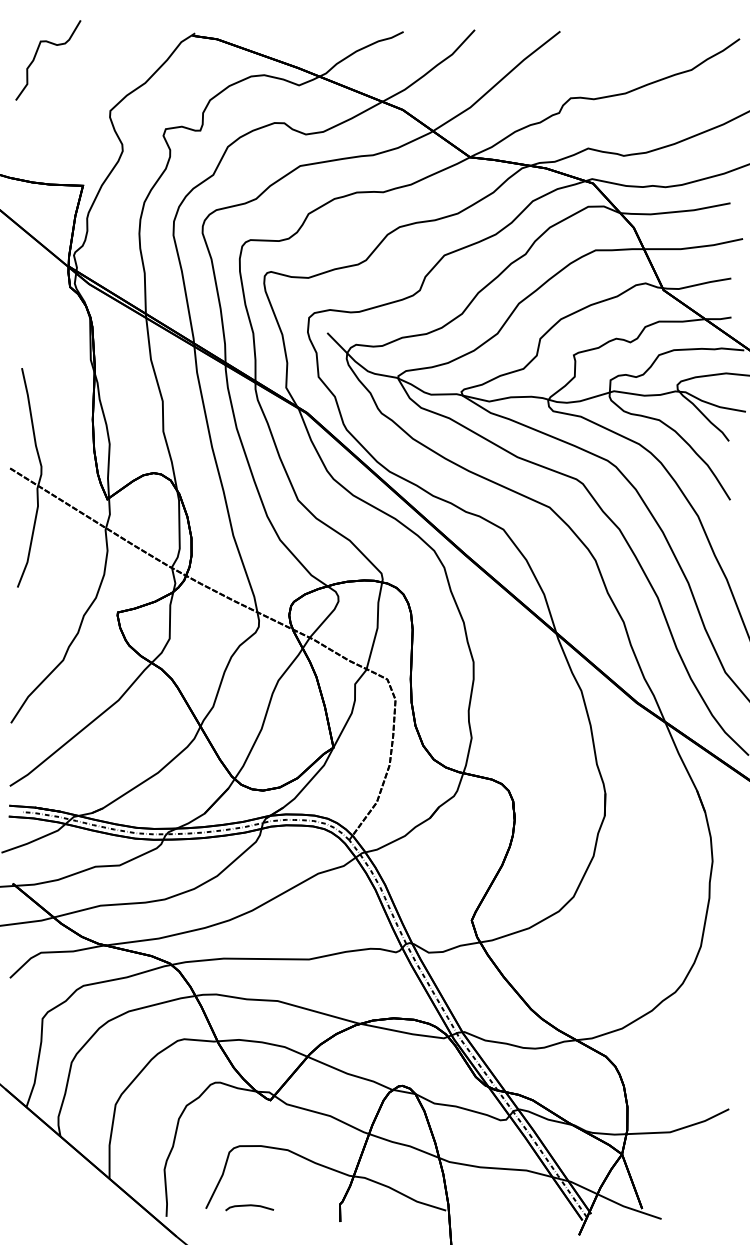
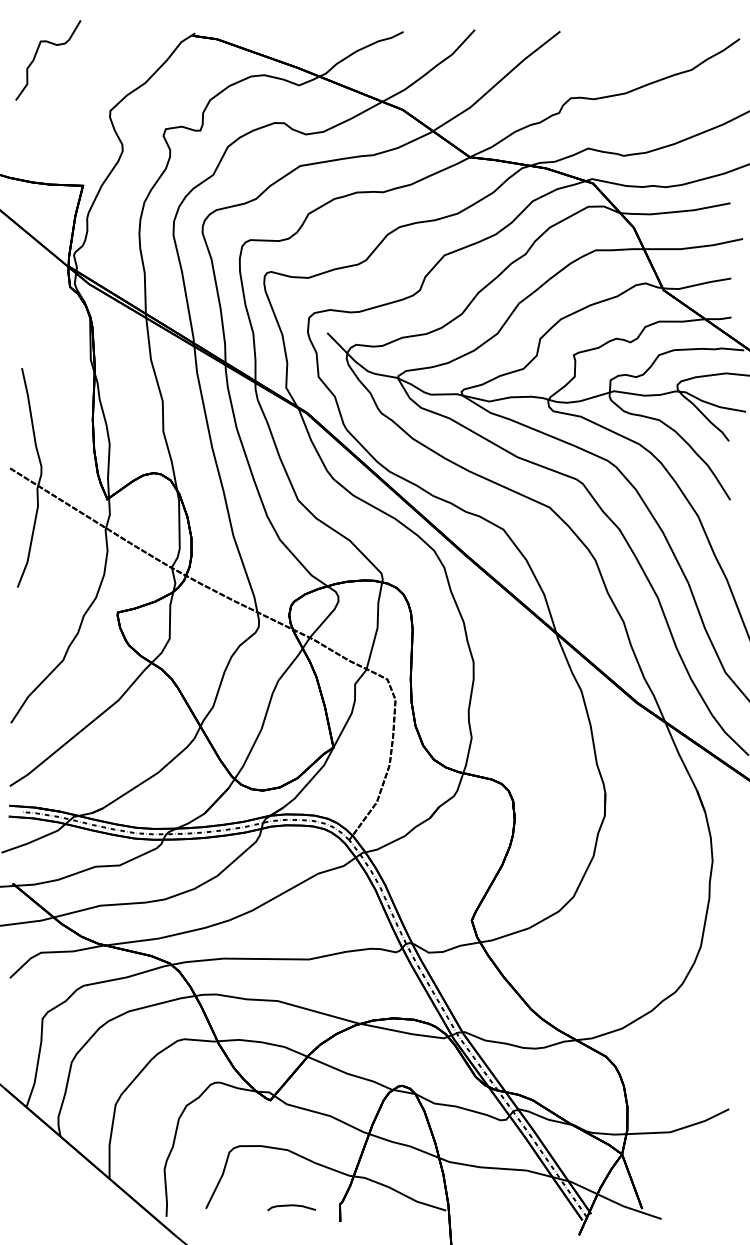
curve at (249, 1206) position: (249, 1206) -> (291, 1206)
